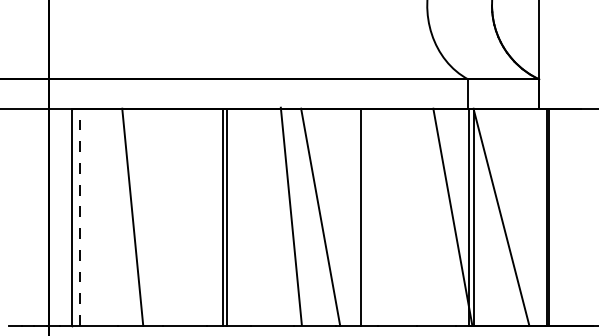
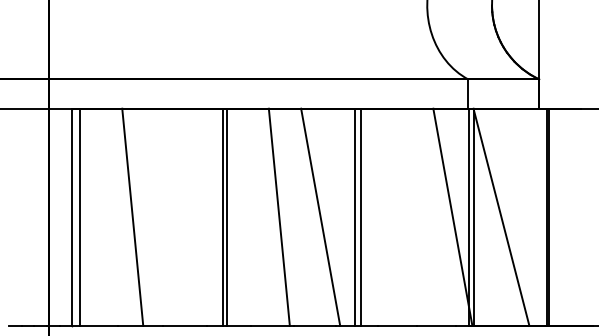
line at (290, 215) position: (290, 215) -> (278, 216)
line at (355, 216): none -> present
line at (80, 217): dashed -> solid
